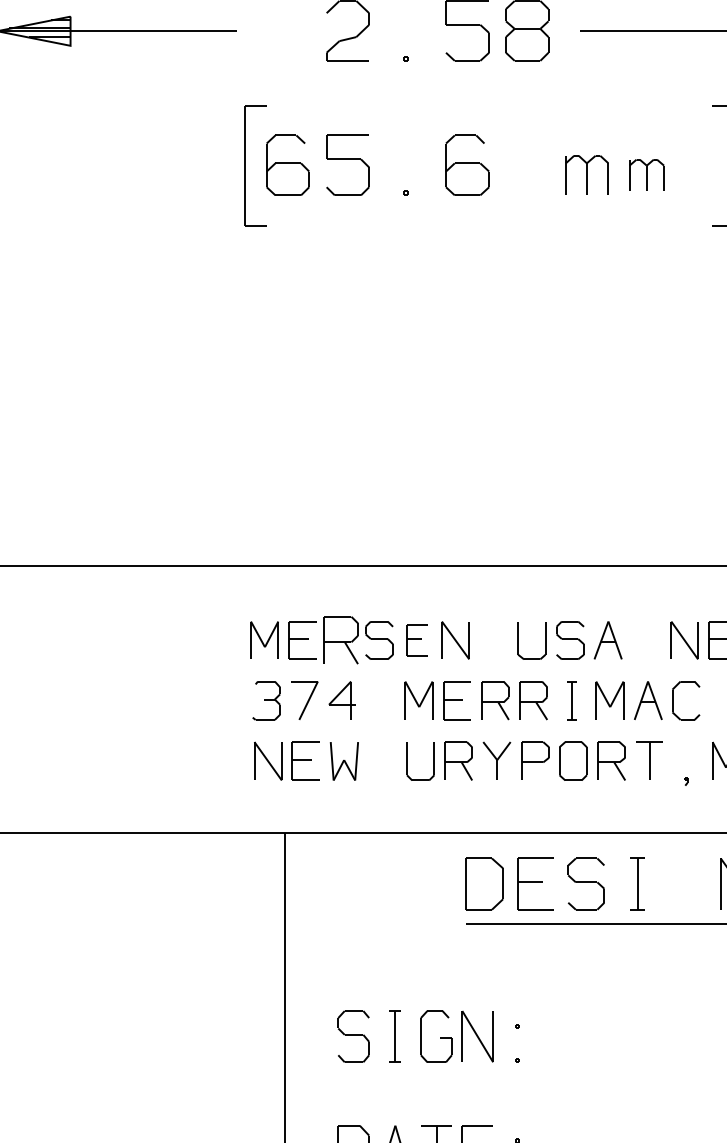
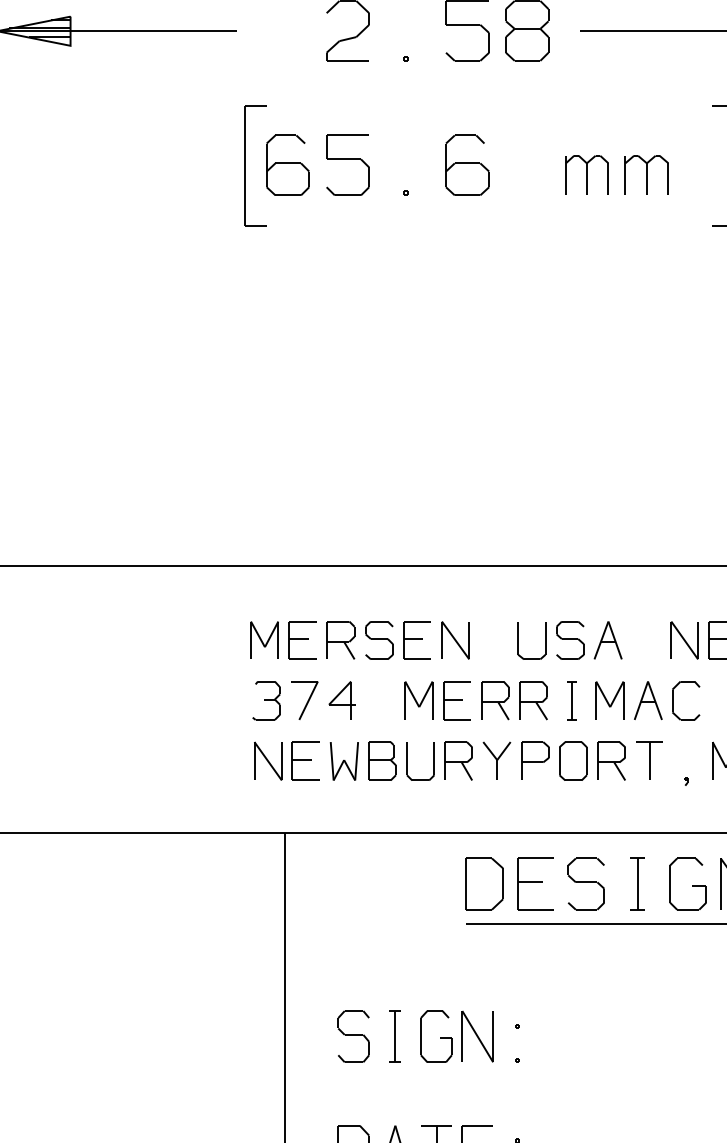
part at (646, 174) size: 36x32 px -> 45x40 px
part at (340, 640) size: 36x49 px -> 30x39 px
part at (416, 640) size: 22x33 px -> 28x39 px
part at (382, 760): none -> present
part at (687, 883): none -> present
